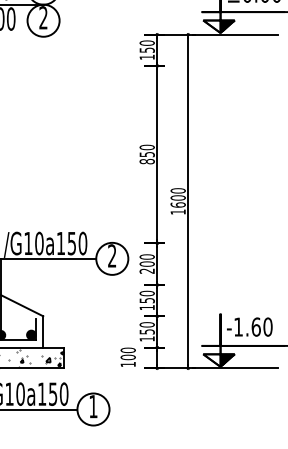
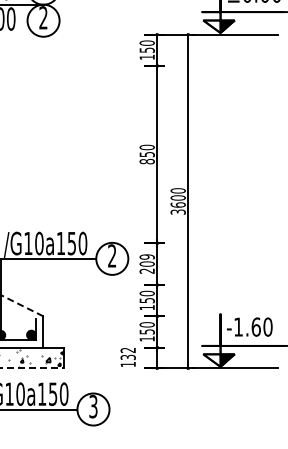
text at (177, 211): 1600 -> 3600
text at (147, 256): 200 -> 209
line at (21, 305): solid -> dashed
text at (127, 353): 100 -> 132
line at (32, 368): solid -> dashed
text at (93, 406): 1 -> 3
